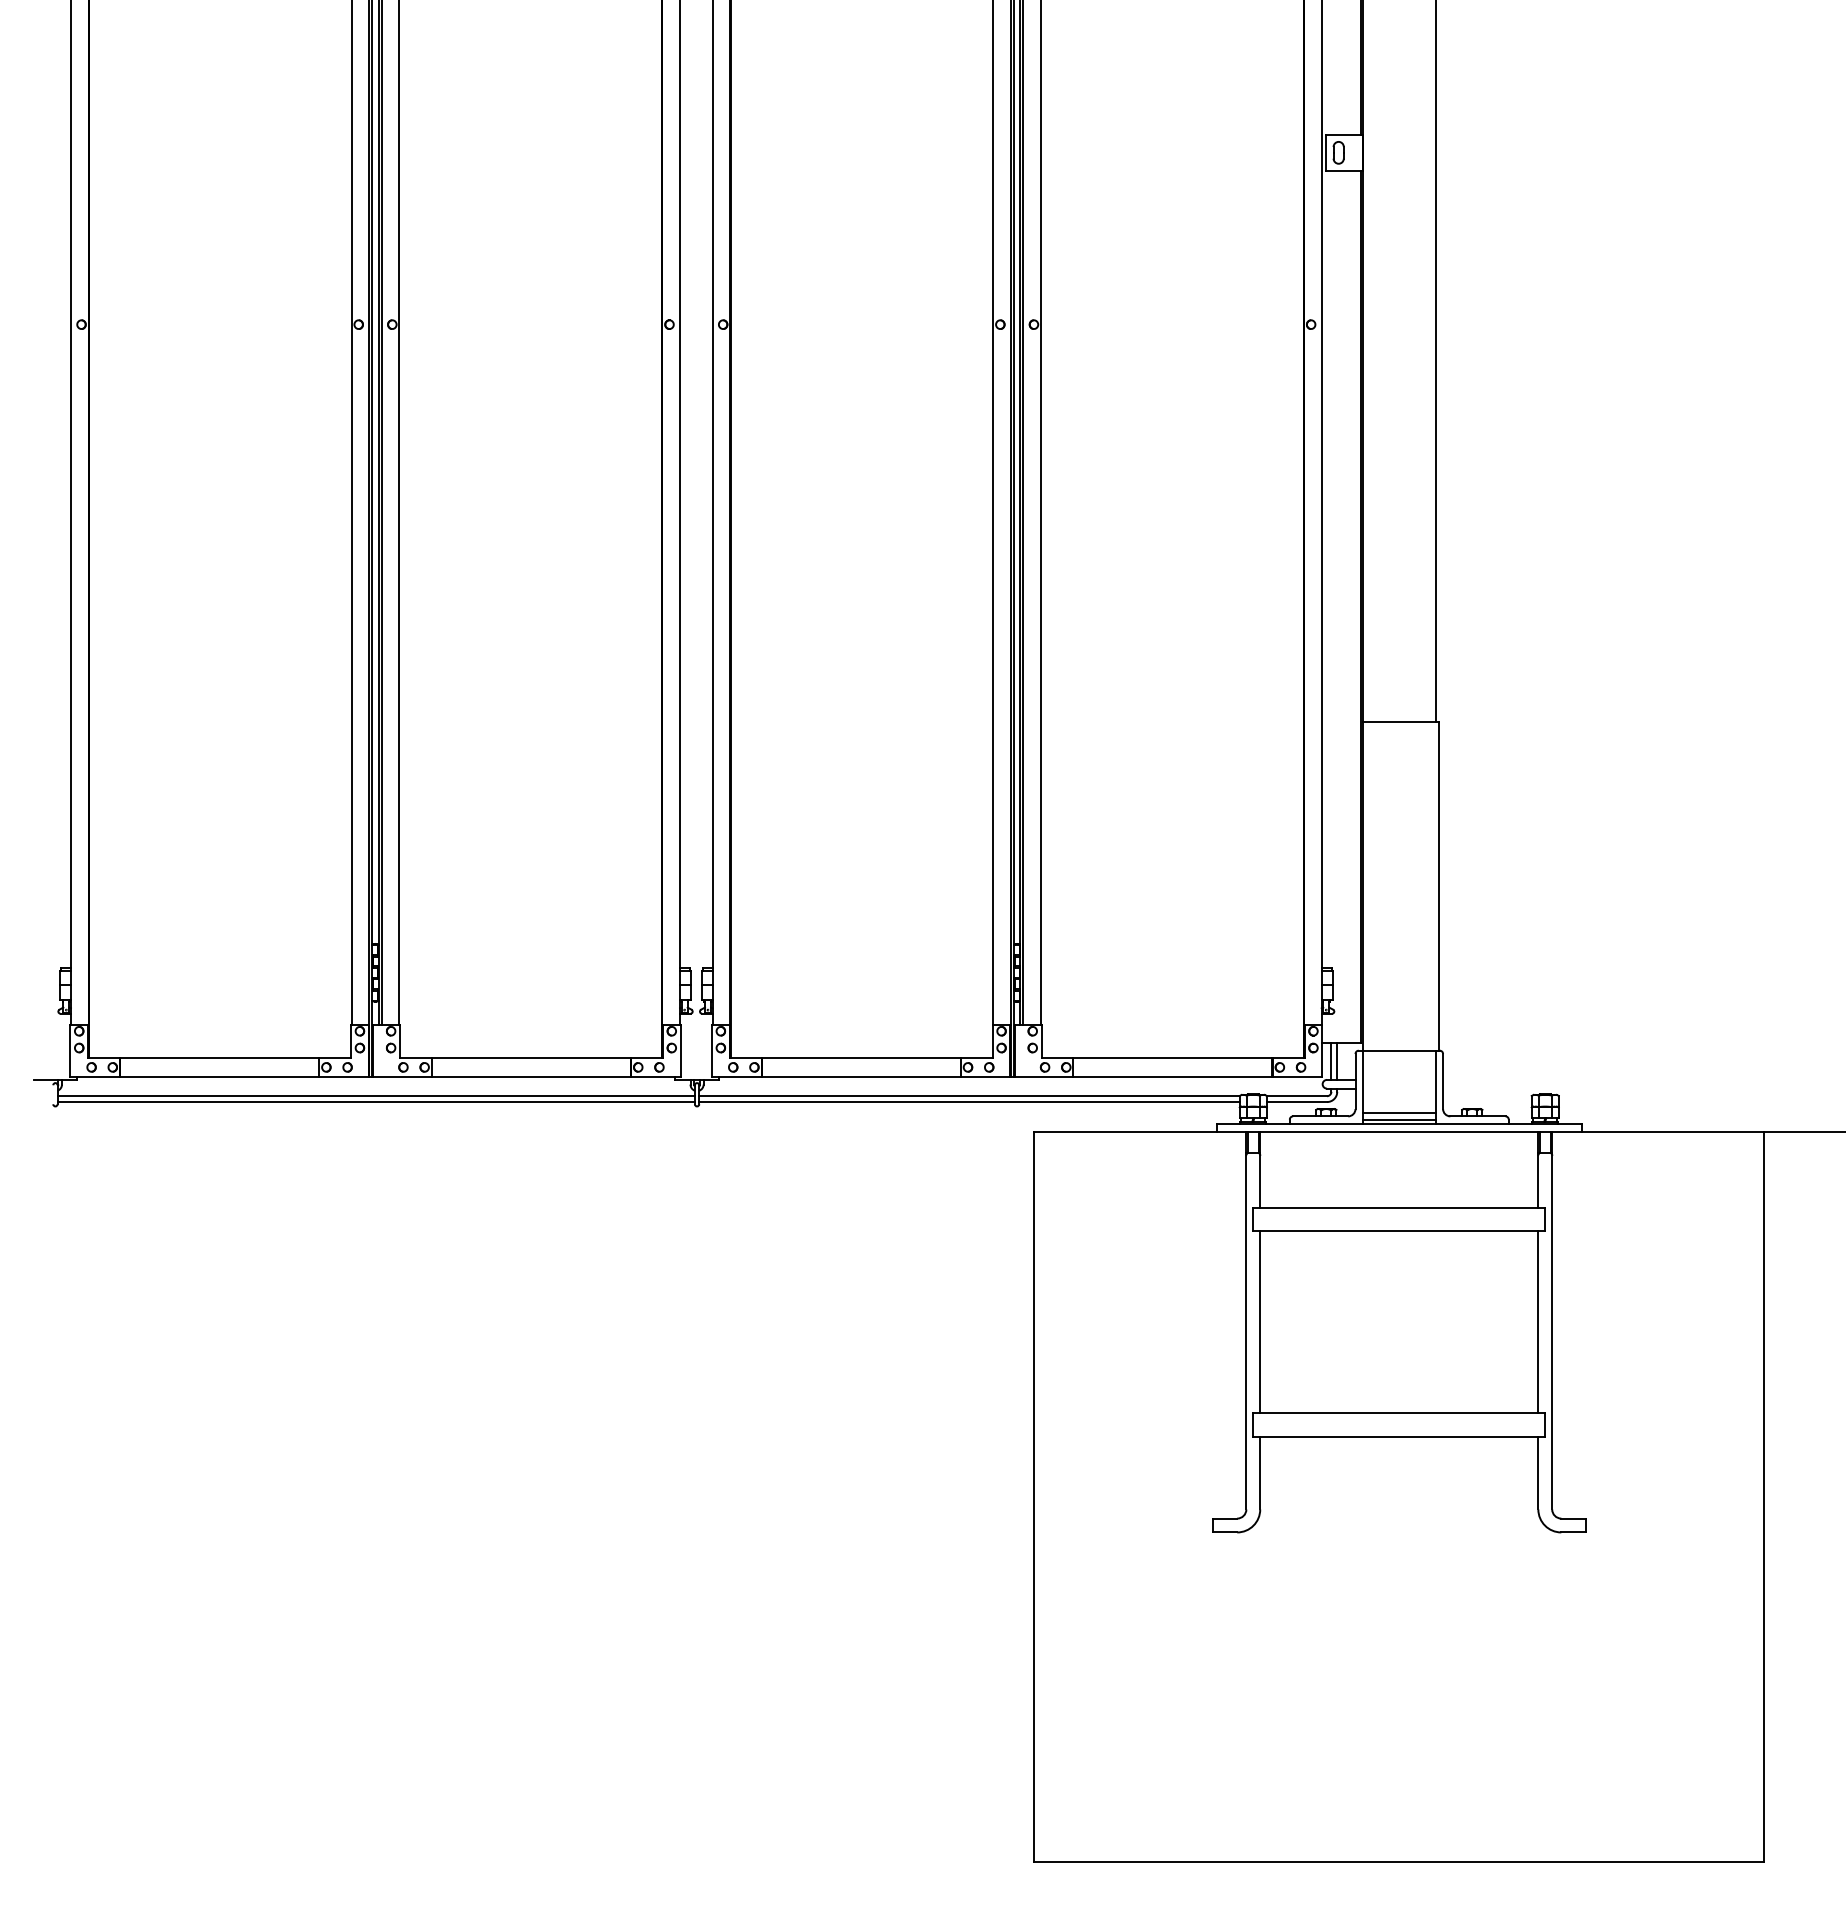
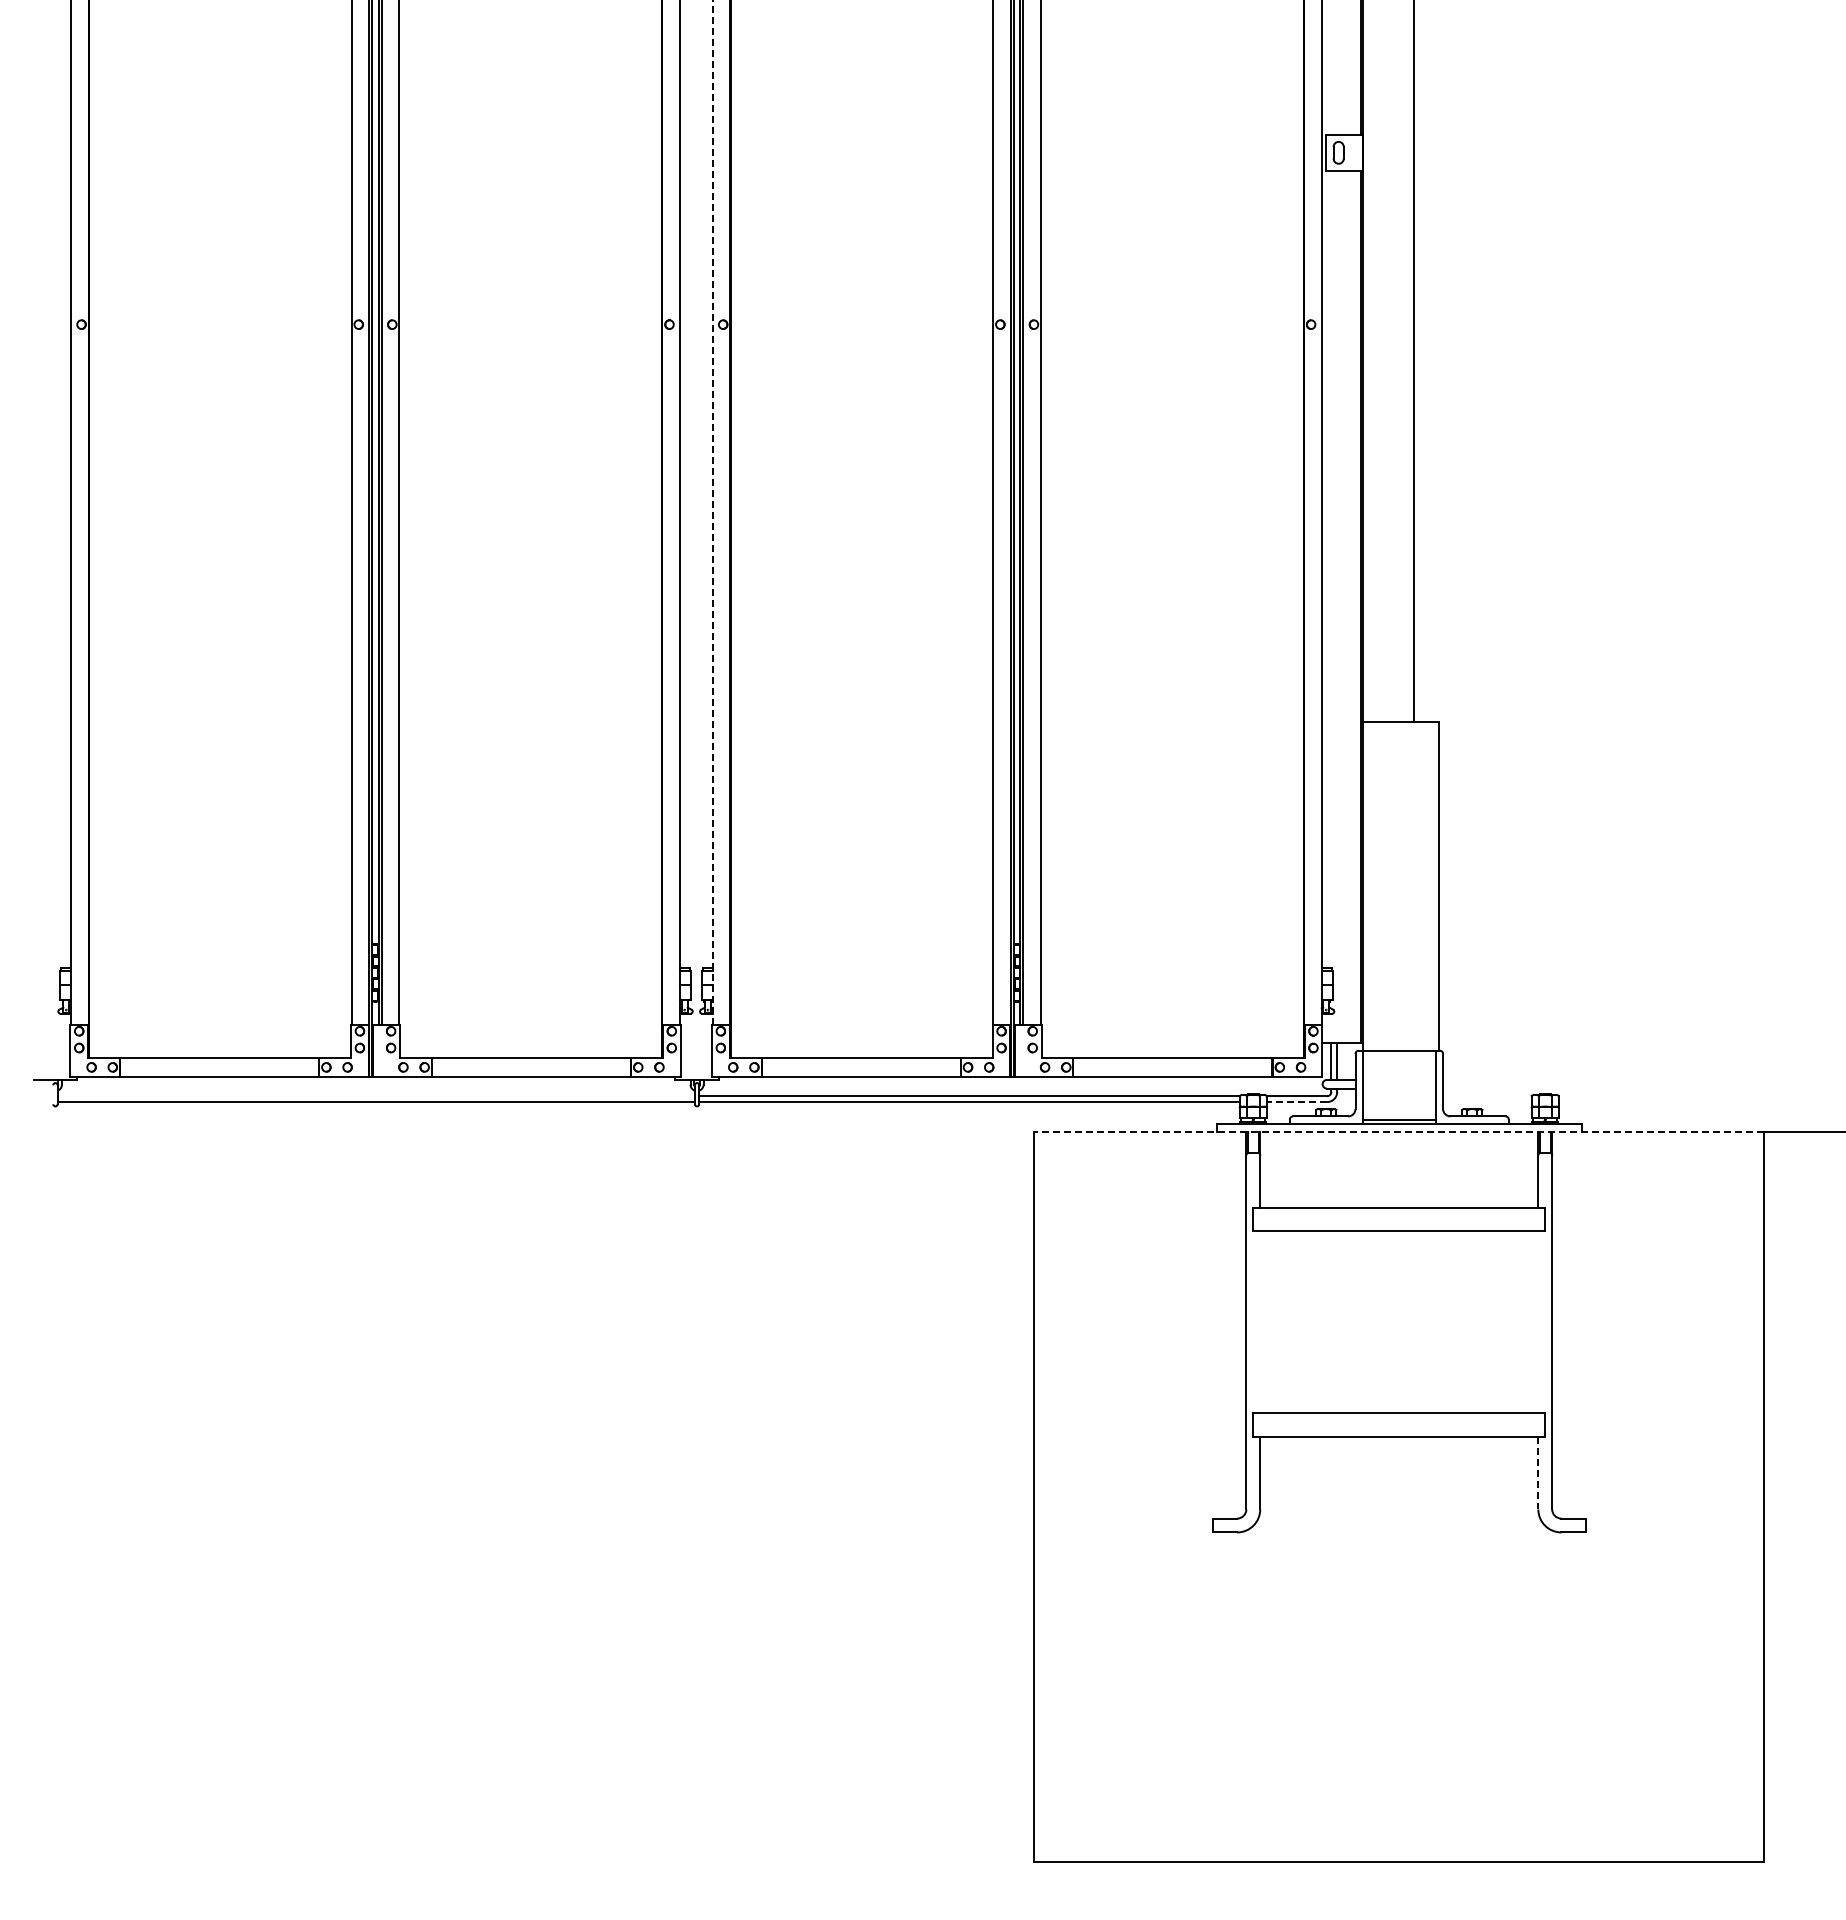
line at (1435, 362) position: (1435, 362) -> (1413, 362)
line at (712, 512): solid -> dashed
line at (375, 1096): present -> none
line at (1296, 1102): solid -> dashed
line at (1398, 1112): present -> none
line at (1399, 1132): solid -> dashed
line at (1260, 1321): present -> none
line at (1538, 1321): present -> none
line at (1538, 1473): solid -> dashed
